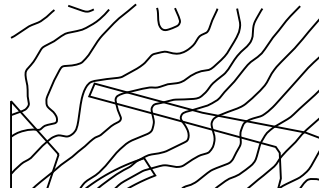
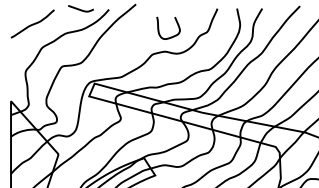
curve at (176, 14) position: (176, 14) -> (176, 23)
